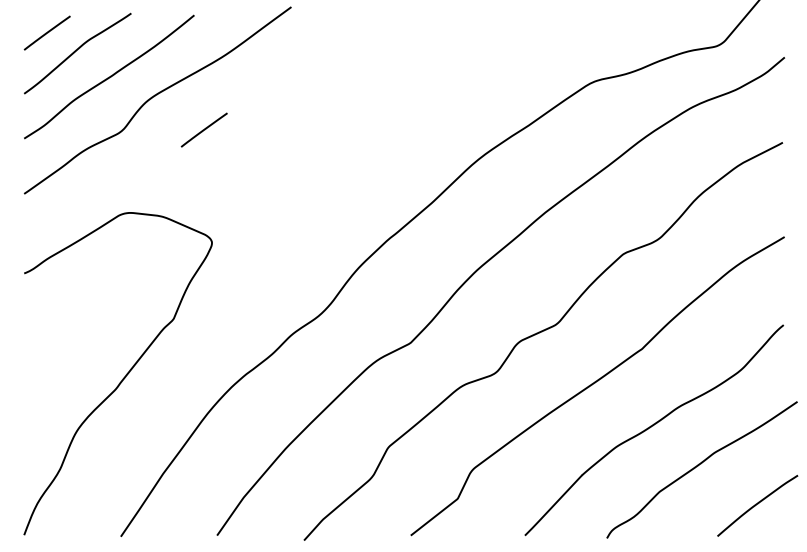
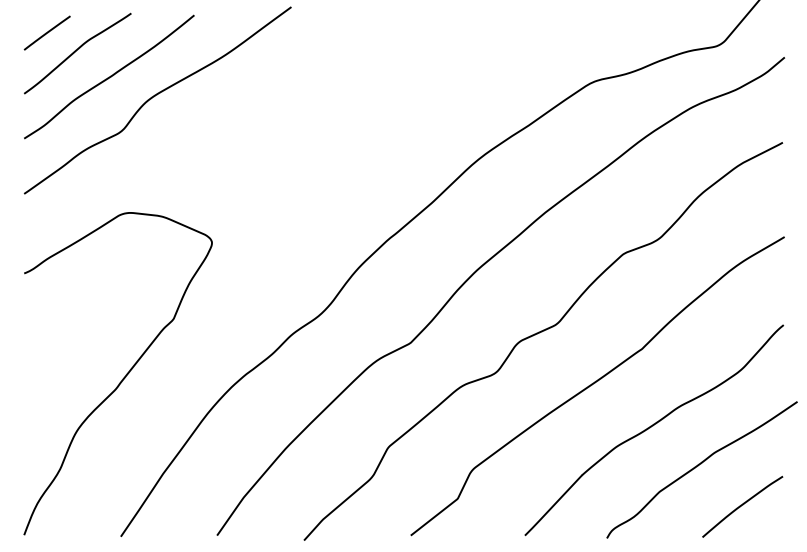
line at (203, 129): present -> none
curve at (757, 504) position: (757, 504) -> (742, 505)
